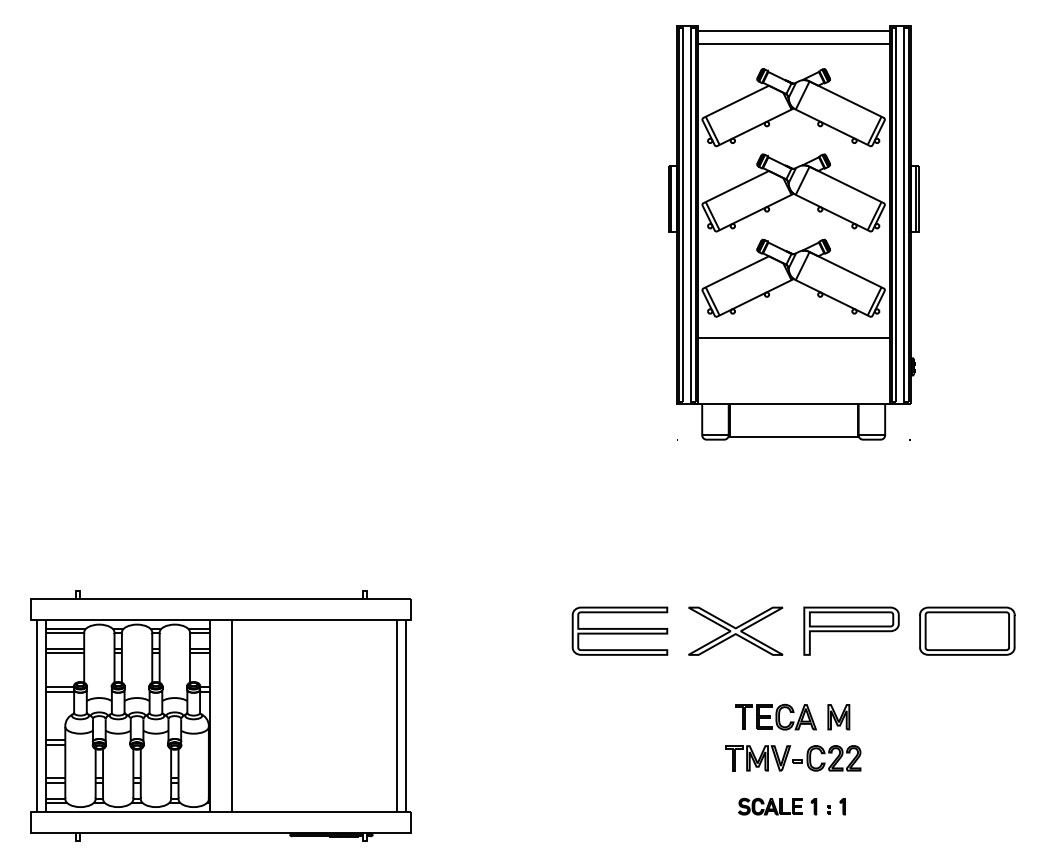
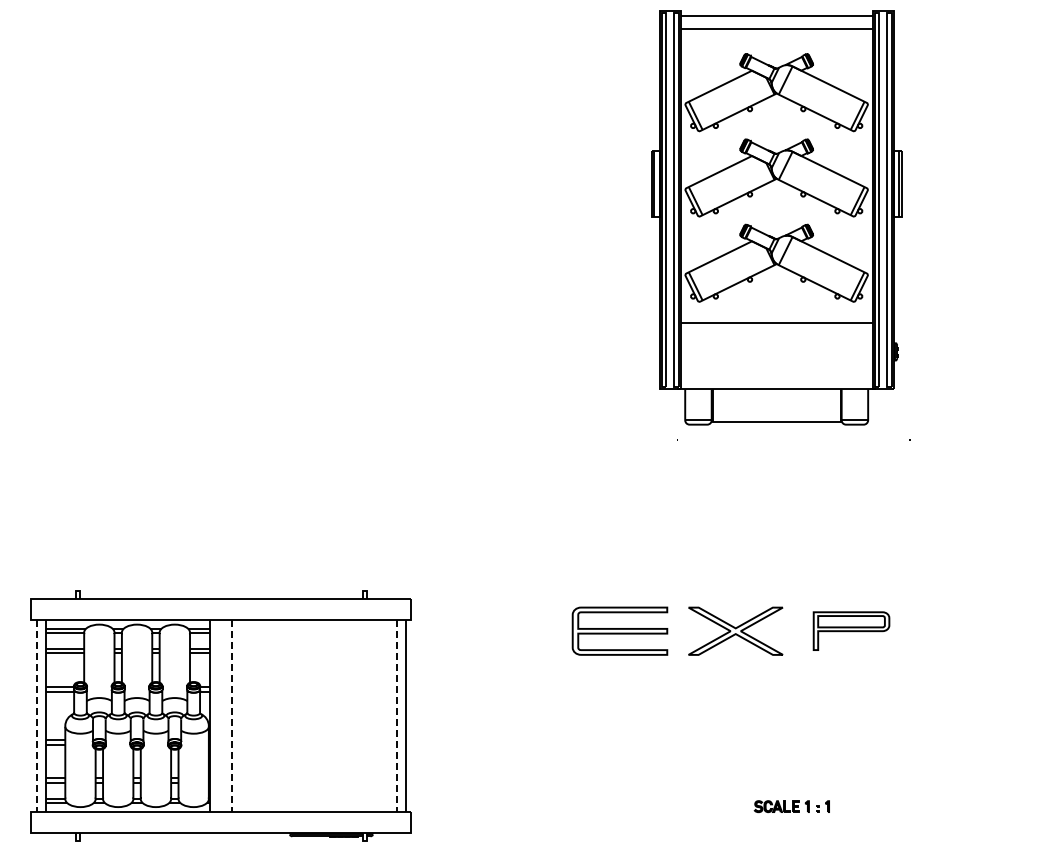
part at (793, 232) position: (793, 232) -> (776, 217)
part at (851, 630) size: 97x50 px -> 79x40 px
part at (967, 630): present -> none
line at (36, 715): solid -> dashed
line at (232, 715): solid -> dashed
line at (397, 715): solid -> dashed
part at (794, 730): present -> none
part at (791, 806) size: 108x19 px -> 77x14 px
